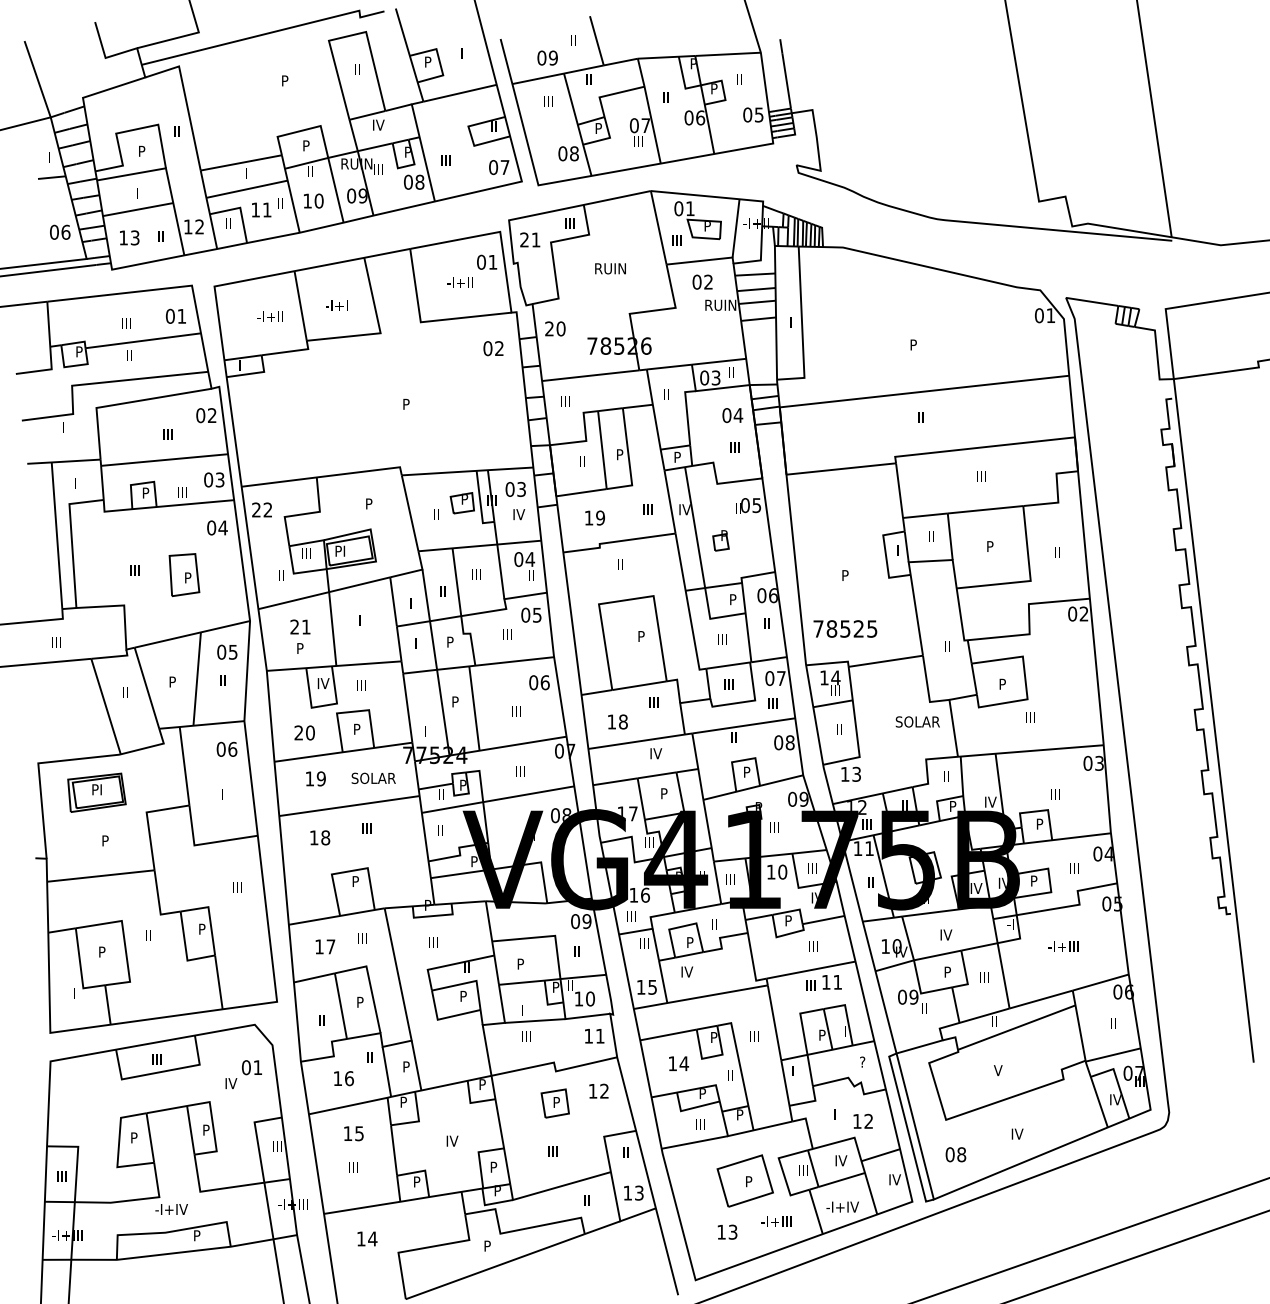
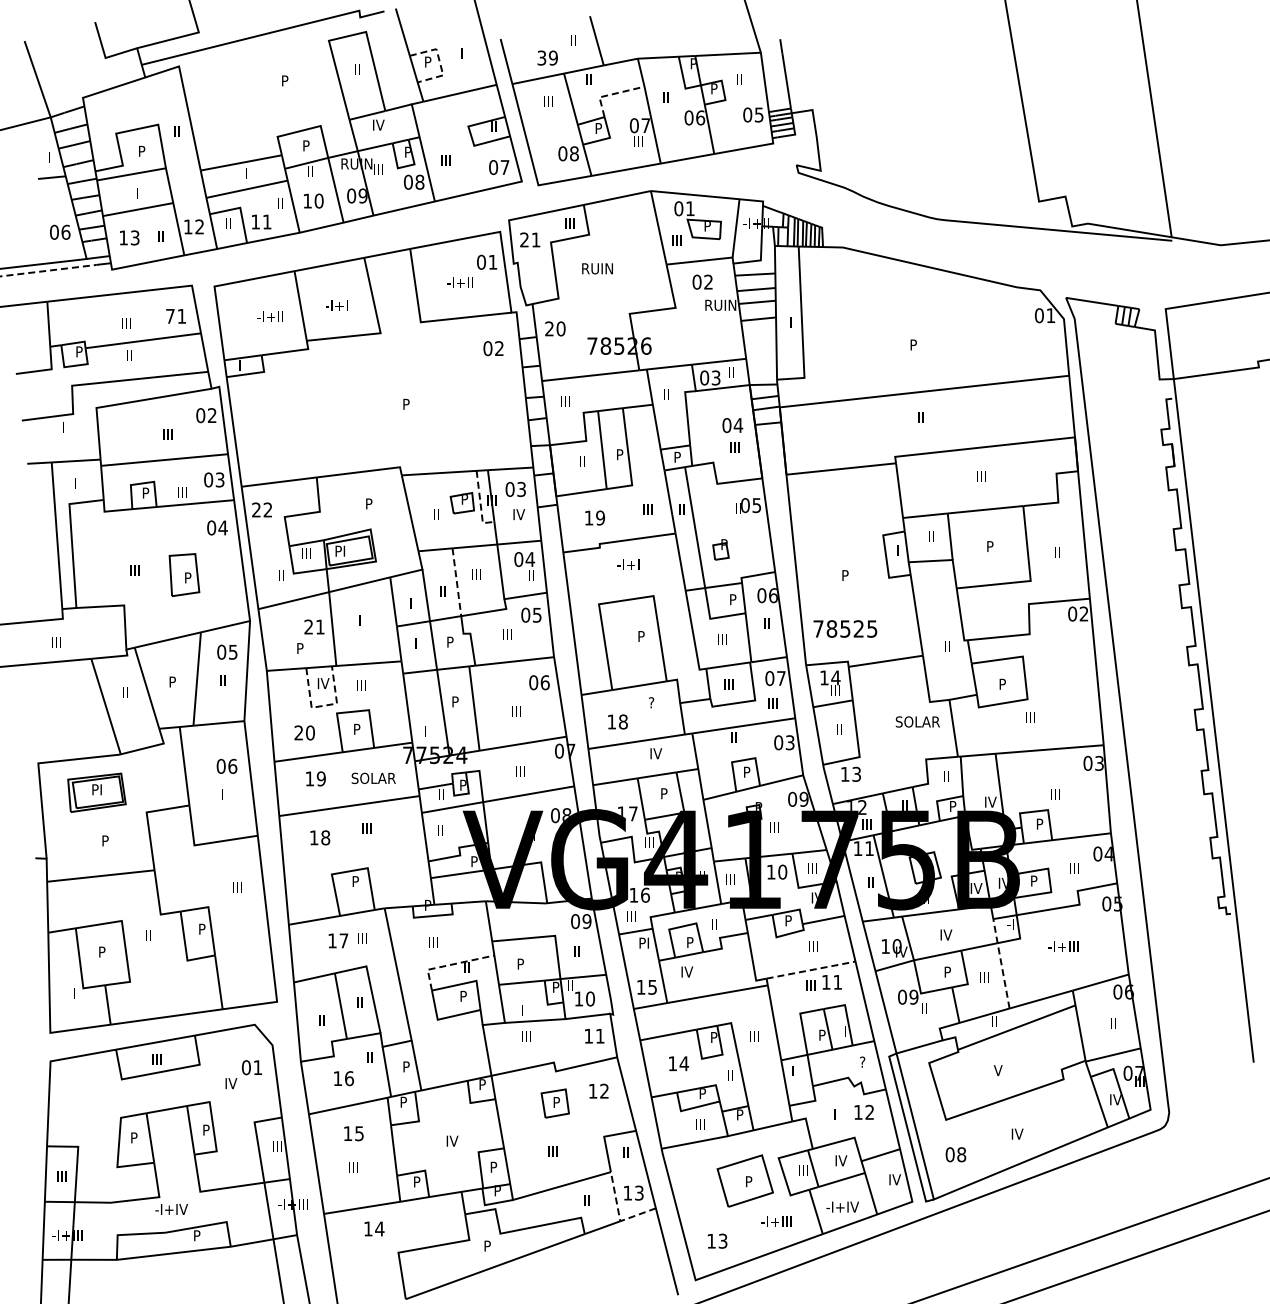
text at (541, 57): 09 -> 39
line at (439, 62): solid -> dashed
line at (612, 94): solid -> dashed
text at (261, 209) position: (261, 209) -> (261, 221)
text at (610, 268) position: (610, 268) -> (597, 268)
line at (48, 270): solid -> dashed
text at (169, 315): 01 -> 71
text at (732, 415) position: (732, 415) -> (732, 425)
line at (480, 503): solid -> dashed
text at (684, 509): IV -> II
part at (720, 540) position: (720, 540) -> (720, 549)
text at (628, 564): II -> -I+I
line at (456, 582): solid -> dashed
text at (300, 626) position: (300, 626) -> (314, 626)
text at (653, 702): III -> ?
line at (323, 705): solid -> dashed
text at (789, 742): 08 -> 03
text at (226, 748) position: (226, 748) -> (226, 765)
text at (643, 942): III -> PI
text at (325, 946) position: (325, 946) -> (338, 940)
line at (1001, 962): solid -> dashed
line at (449, 965): solid -> dashed
line at (811, 970): solid -> dashed
text at (360, 1001): P -> II
text at (862, 1120) position: (862, 1120) -> (863, 1111)
line at (619, 1215): solid -> dashed
text at (727, 1231) position: (727, 1231) -> (717, 1240)
text at (367, 1238) position: (367, 1238) -> (374, 1228)
